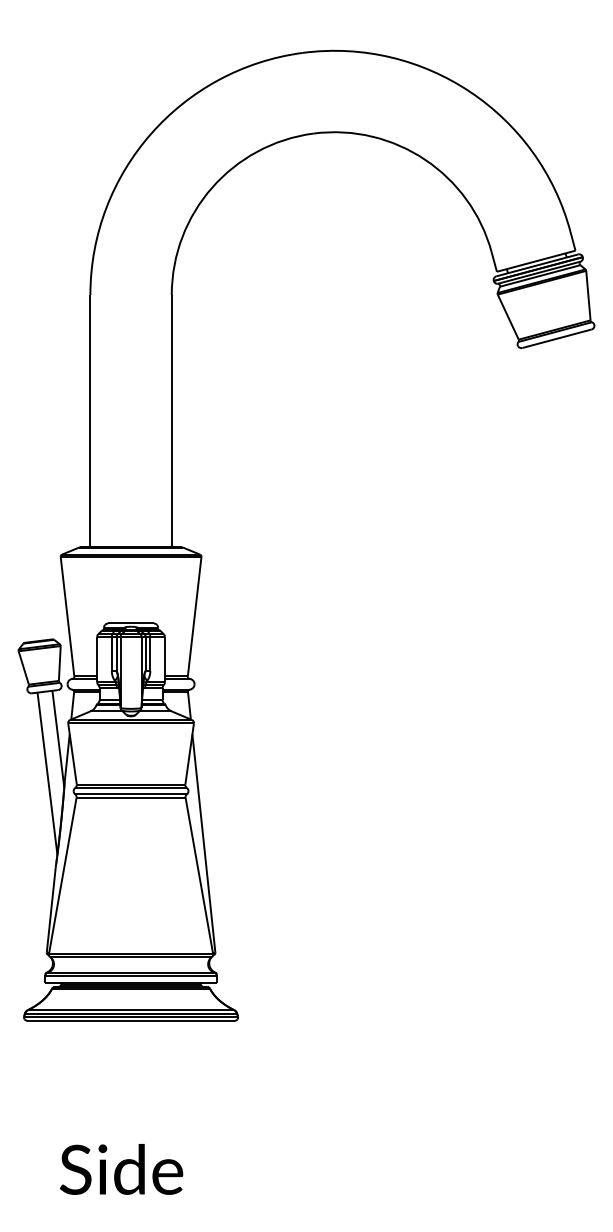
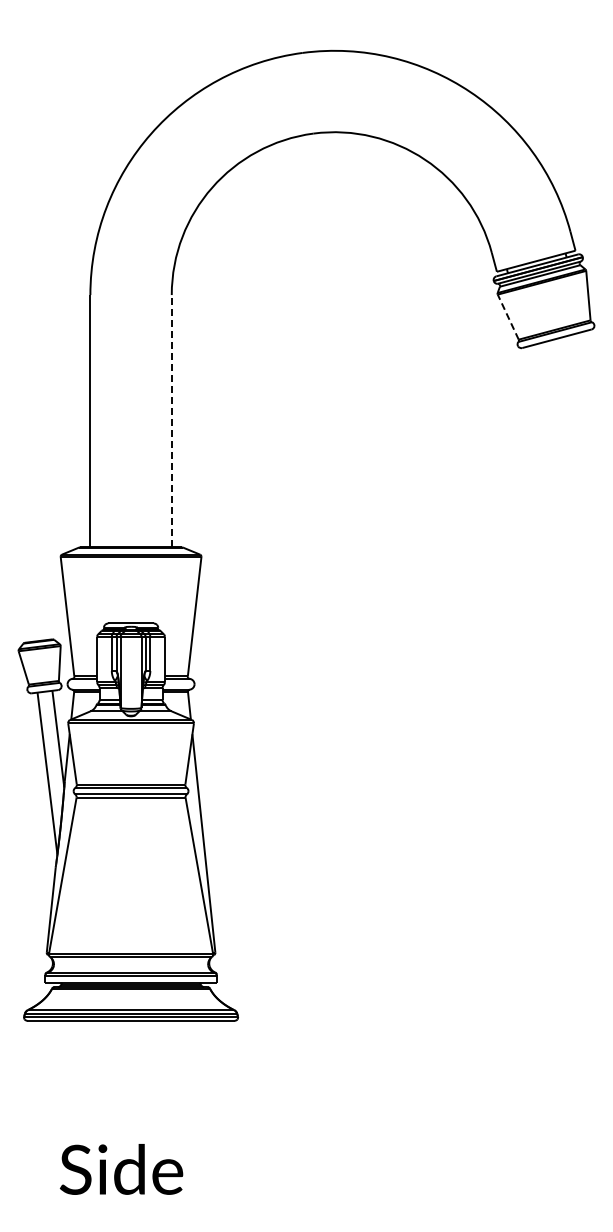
line at (508, 317): solid -> dashed
line at (171, 420): solid -> dashed
